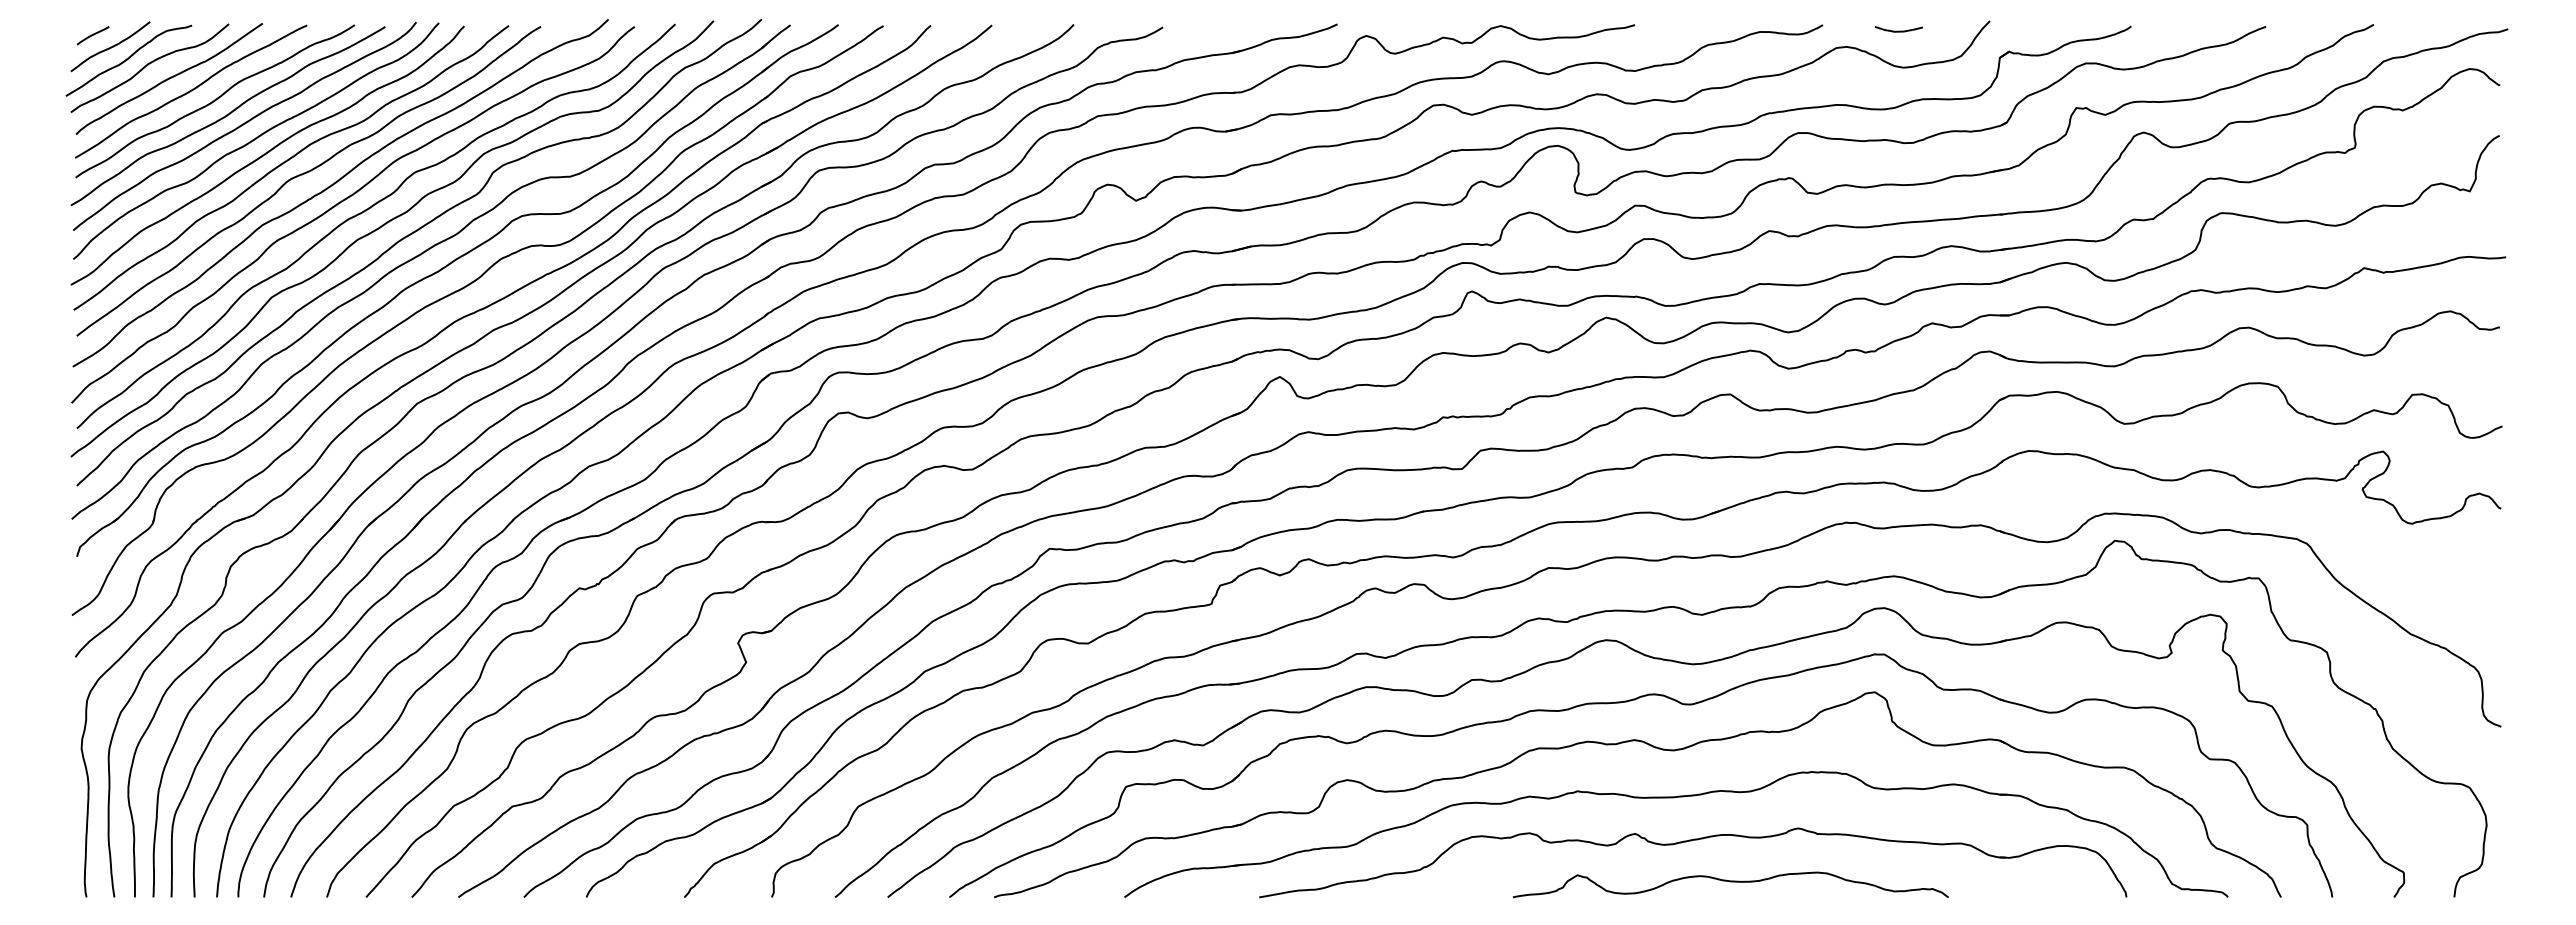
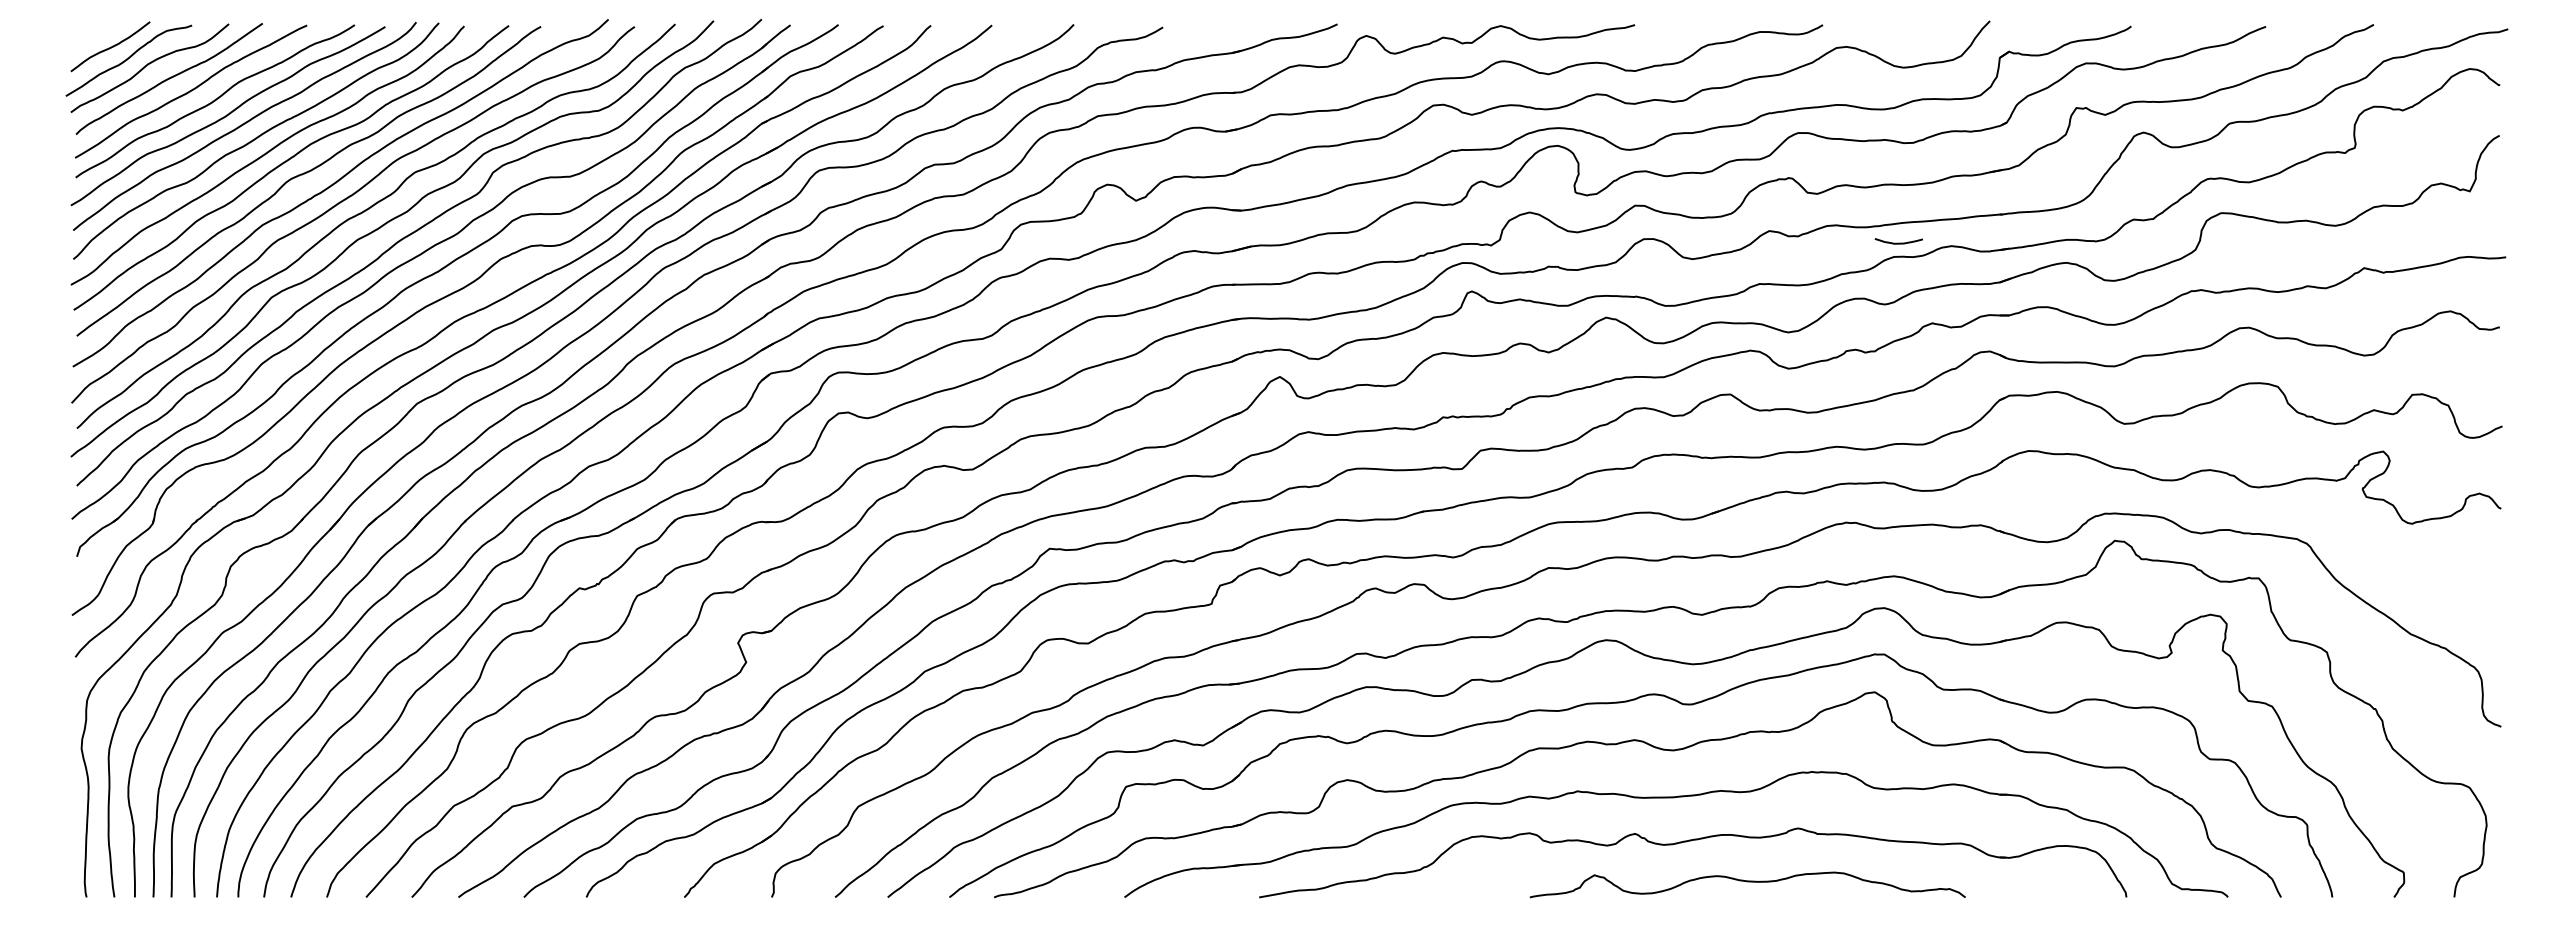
curve at (1898, 30) position: (1898, 30) -> (1898, 242)
line at (92, 35): present -> none
curve at (1730, 882) position: (1730, 882) -> (1747, 882)
